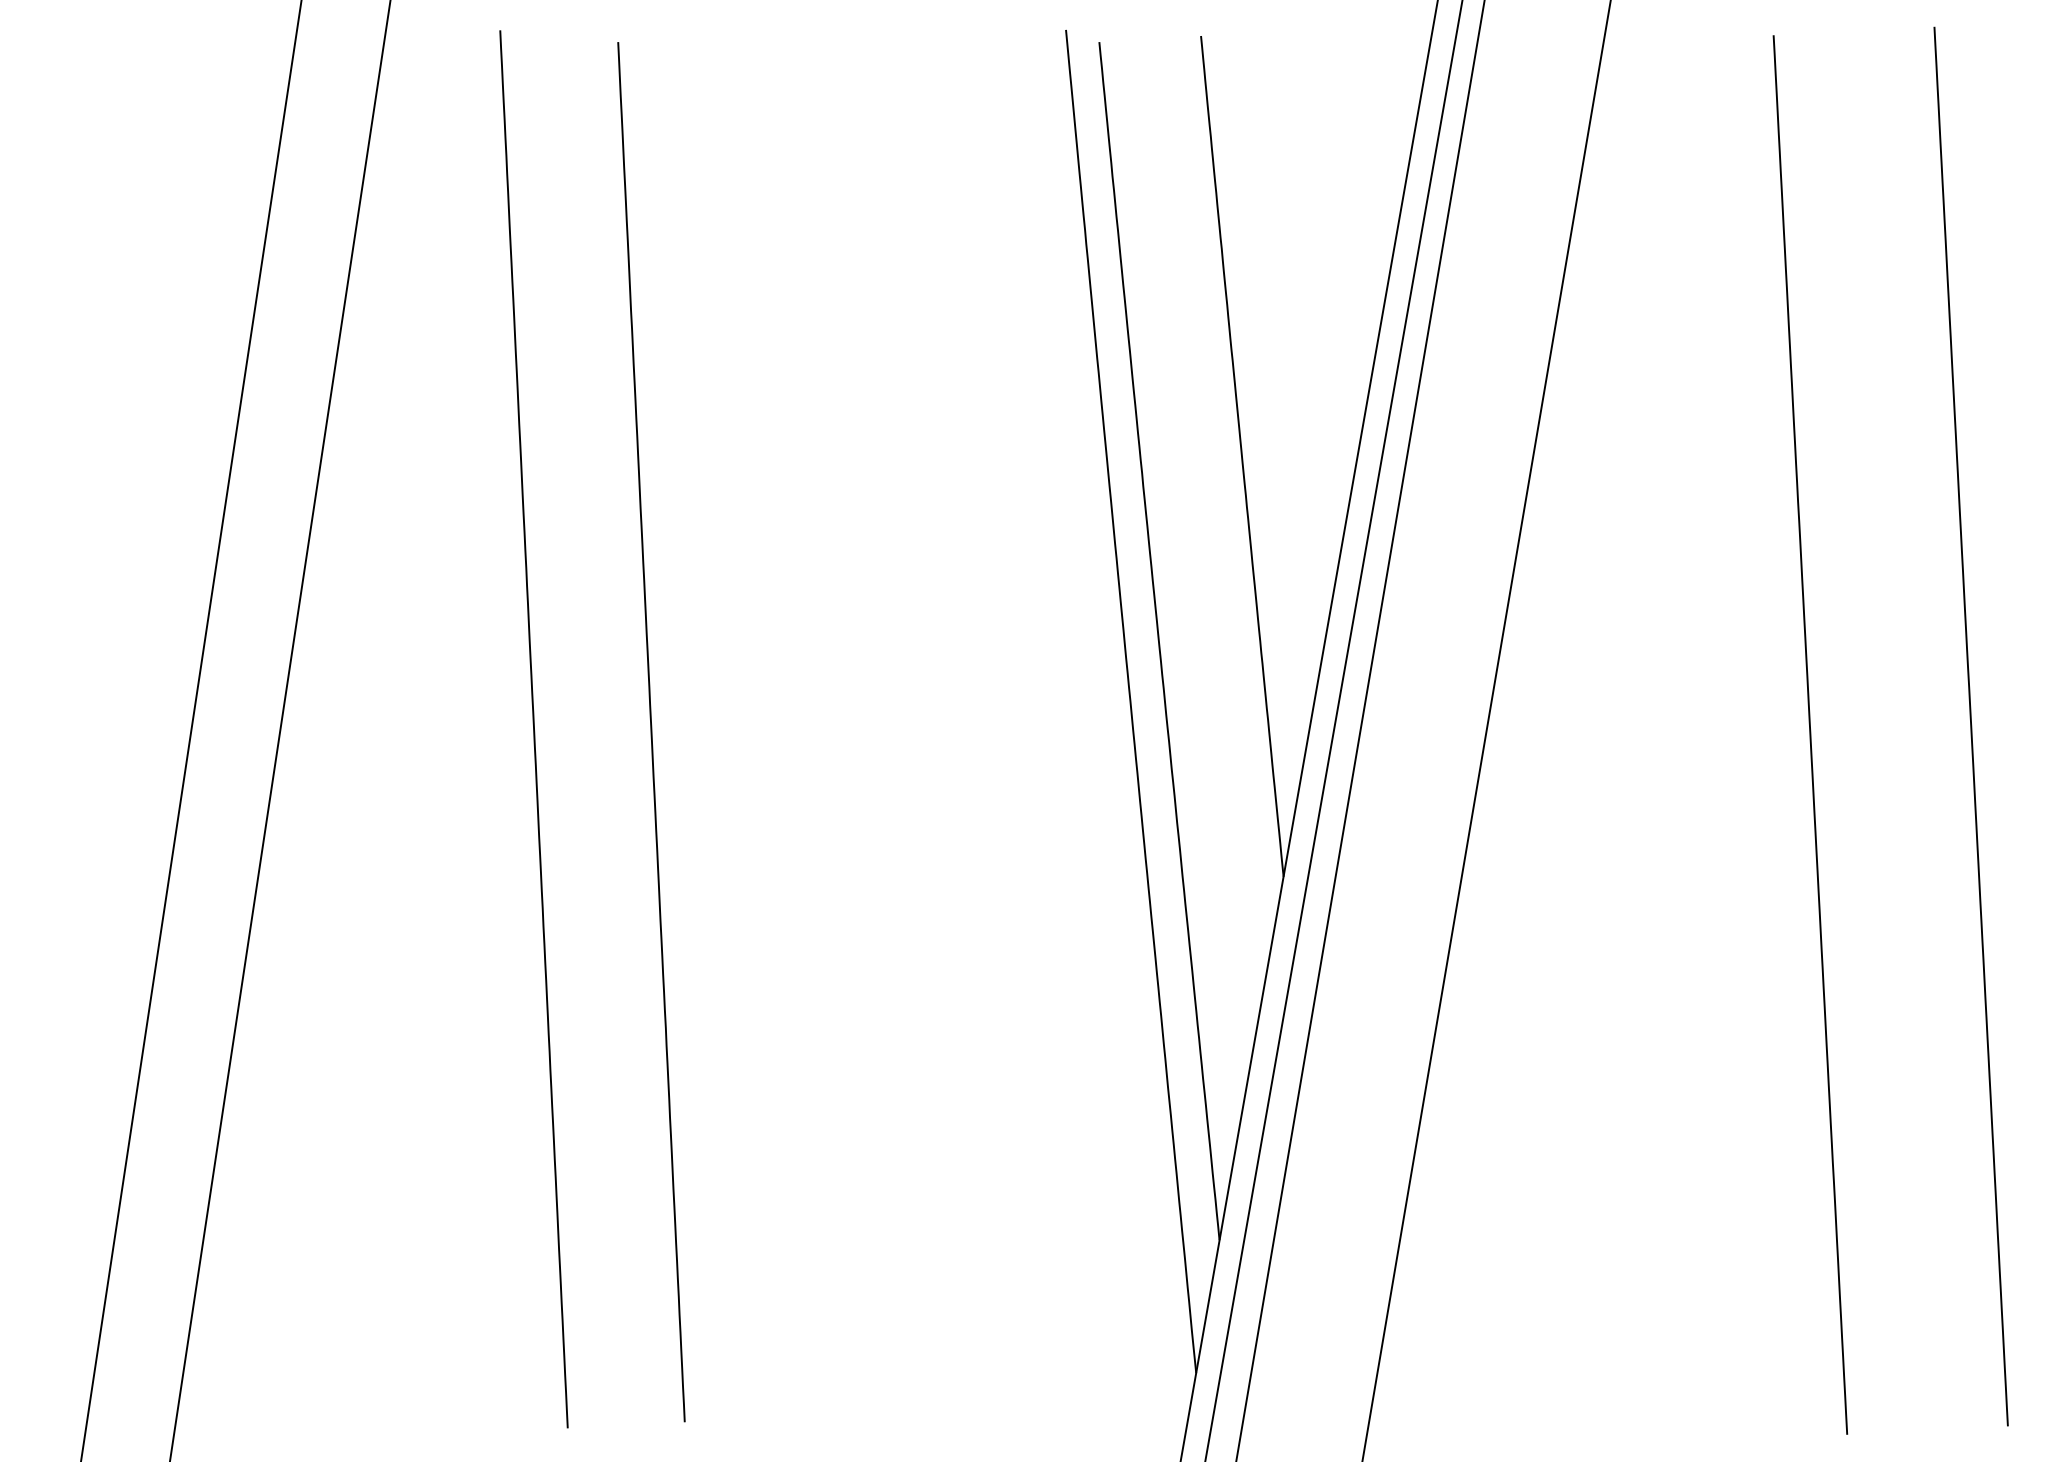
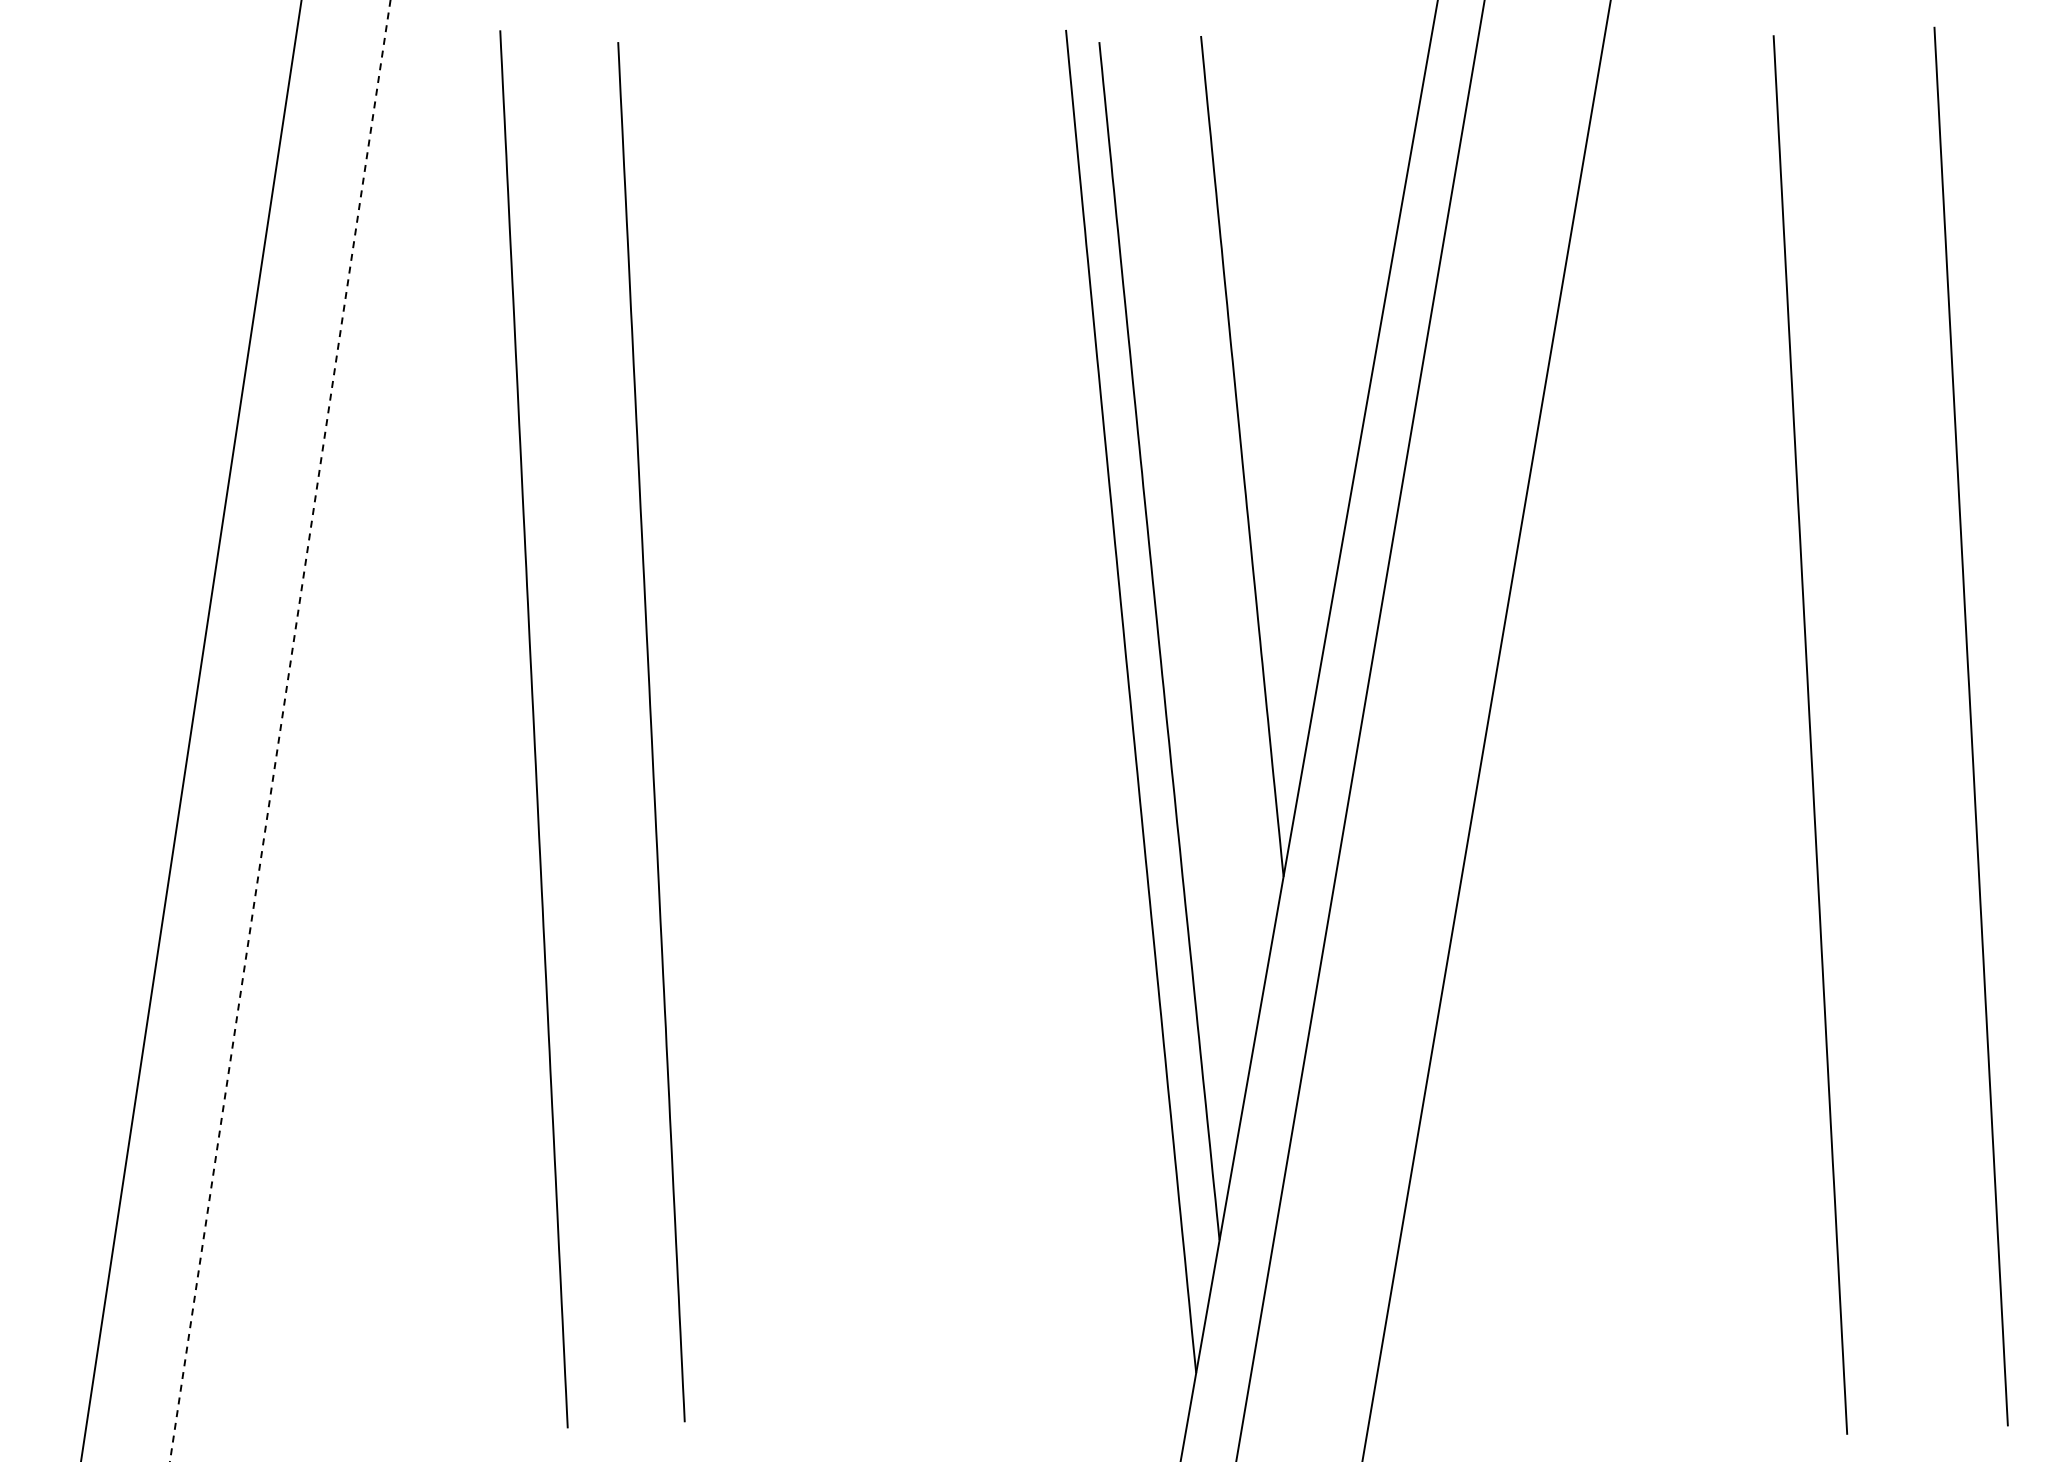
line at (1333, 730): present -> none
line at (280, 731): solid -> dashed
